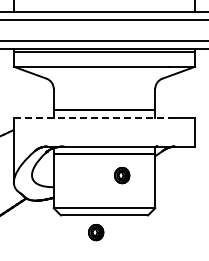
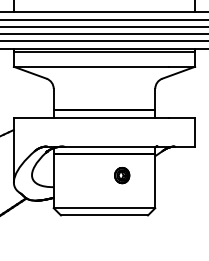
line at (103, 26): none -> present
line at (103, 34): none -> present
line at (91, 117): dashed -> solid
part at (96, 232): present -> none
